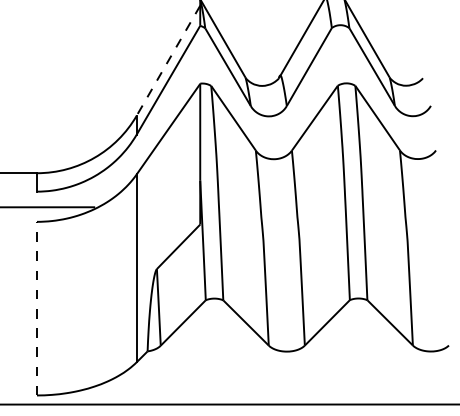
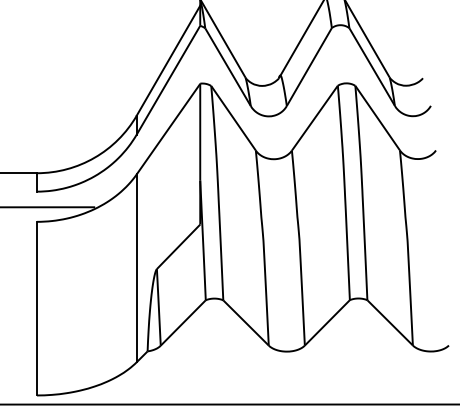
line at (168, 61): dashed -> solid
line at (36, 308): dashed -> solid
